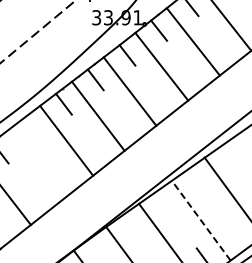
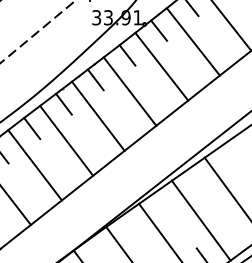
line at (32, 128): none -> present
line at (34, 165): none -> present
line at (201, 220): dashed -> solid
